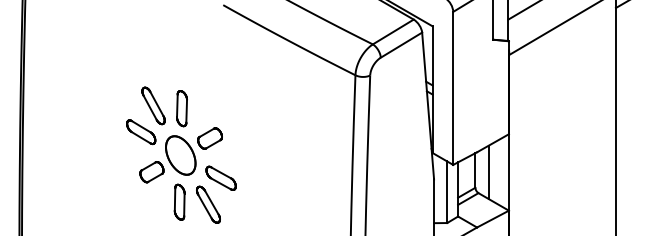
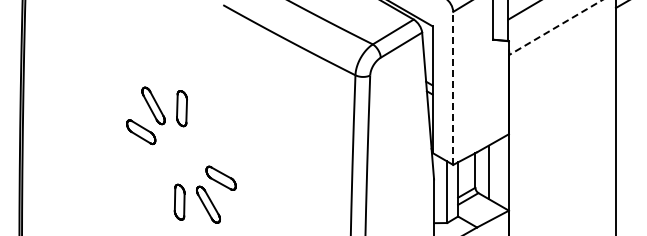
line at (555, 27): solid -> dashed
line at (453, 87): solid -> dashed
part at (180, 155): present -> none
